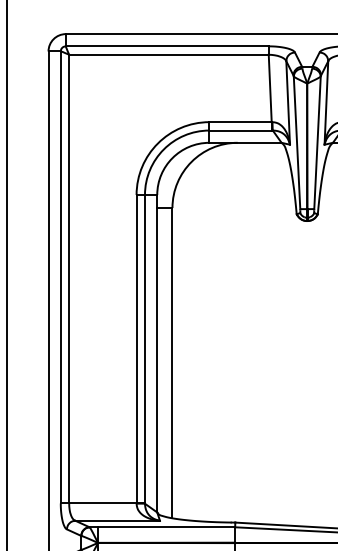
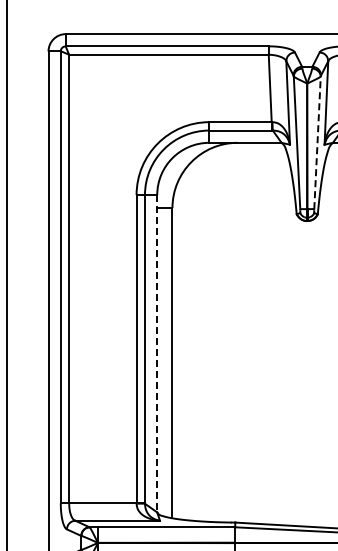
line at (317, 142): solid -> dashed
line at (157, 353): solid -> dashed
